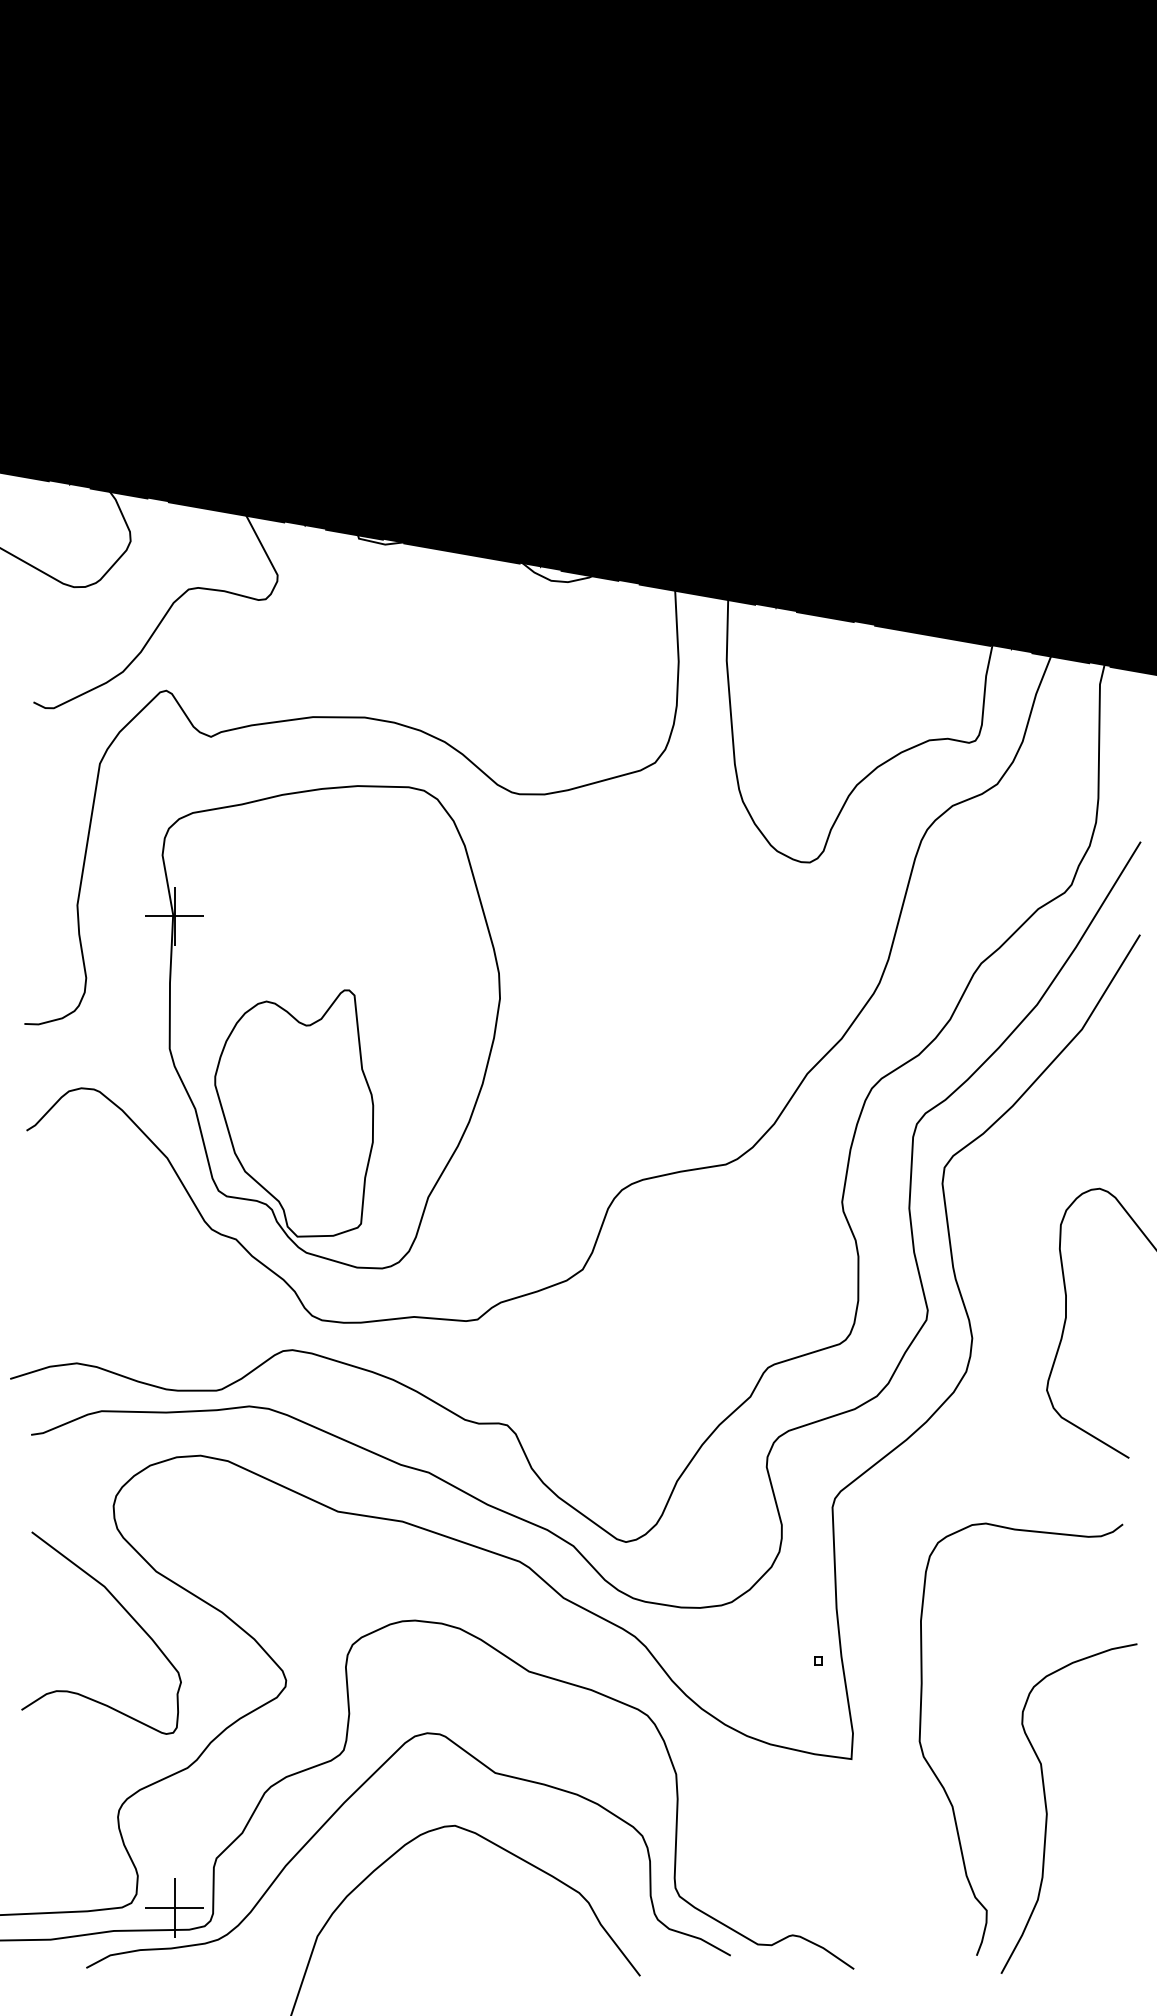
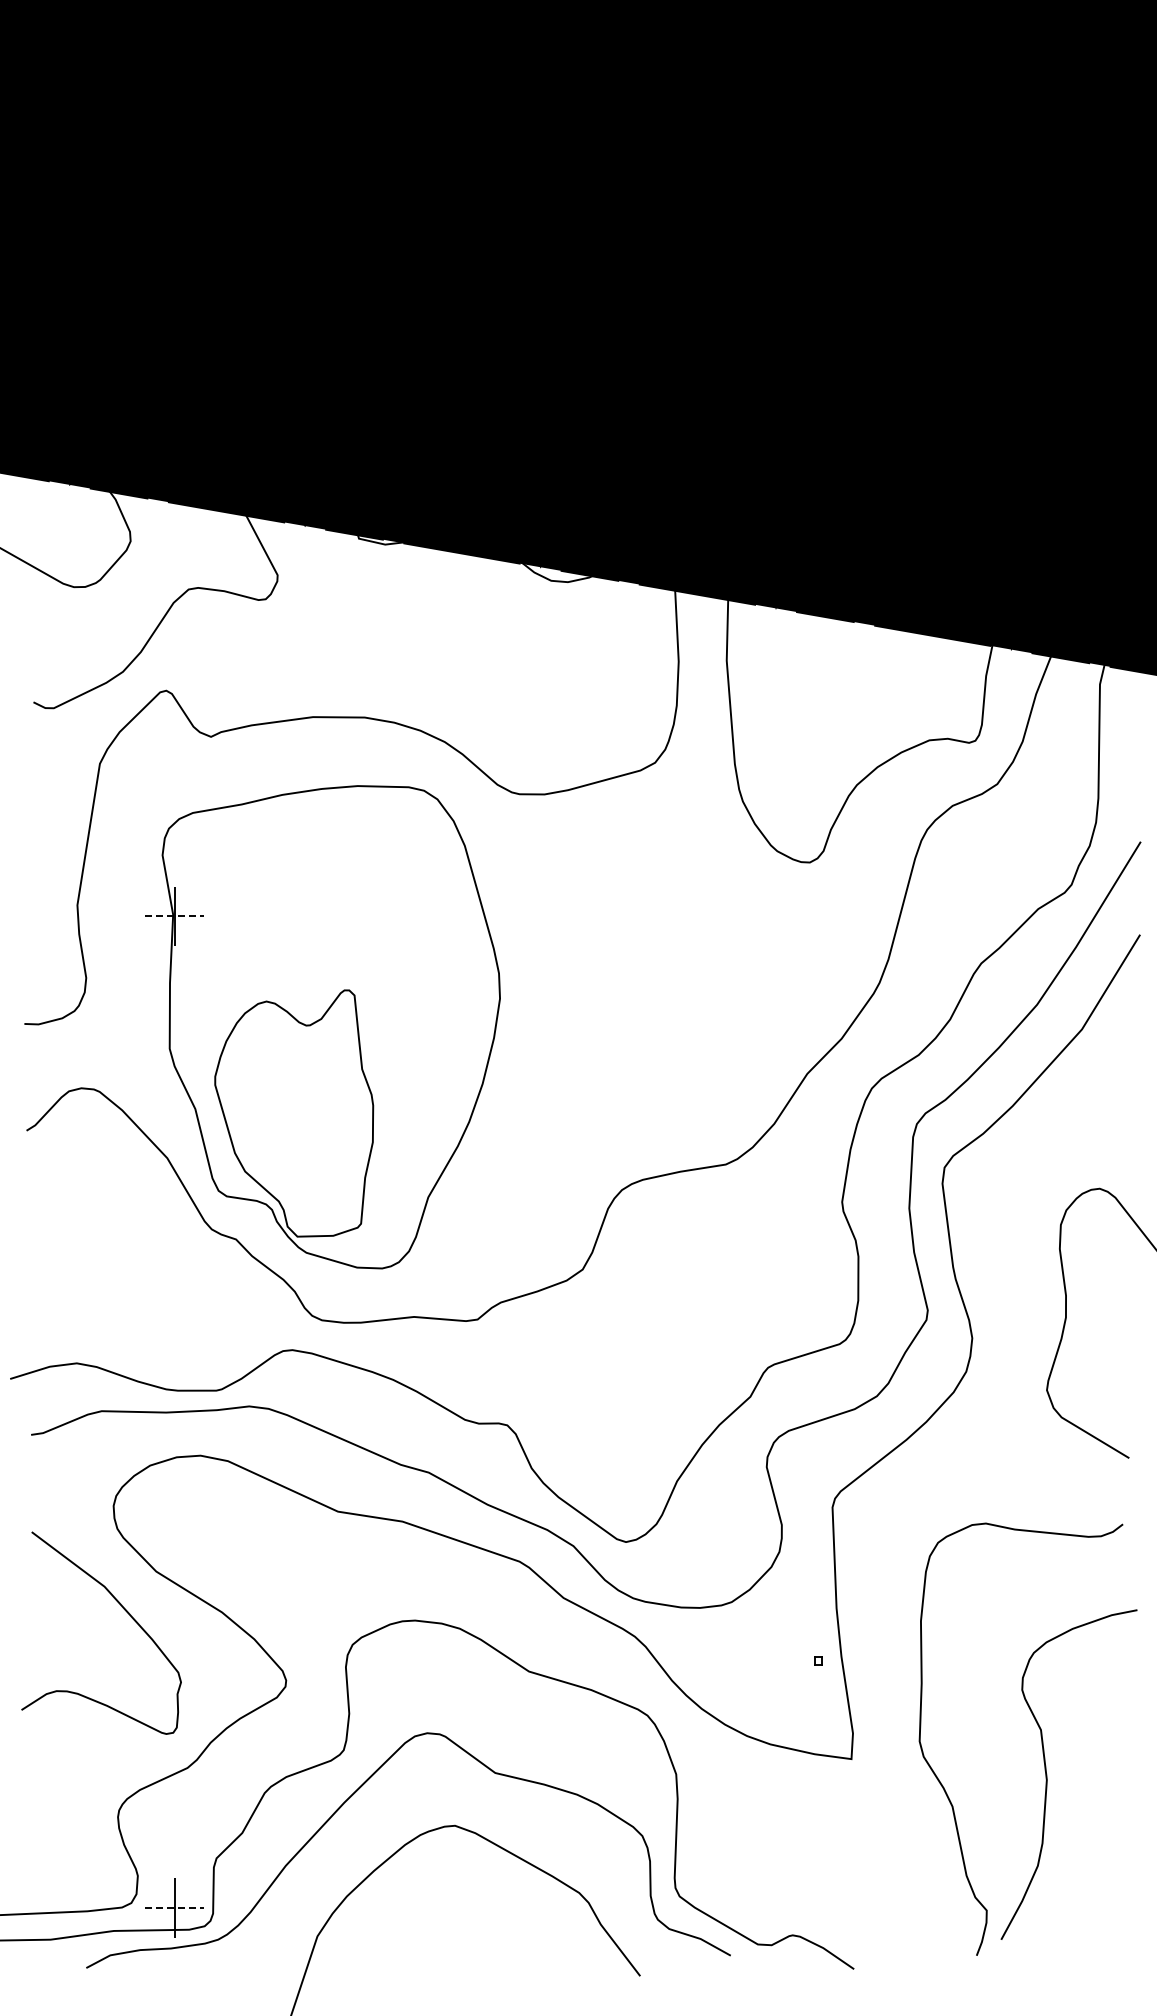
line at (174, 916): solid -> dashed
curve at (1047, 1808) position: (1047, 1808) -> (1047, 1774)
line at (174, 1908): solid -> dashed
